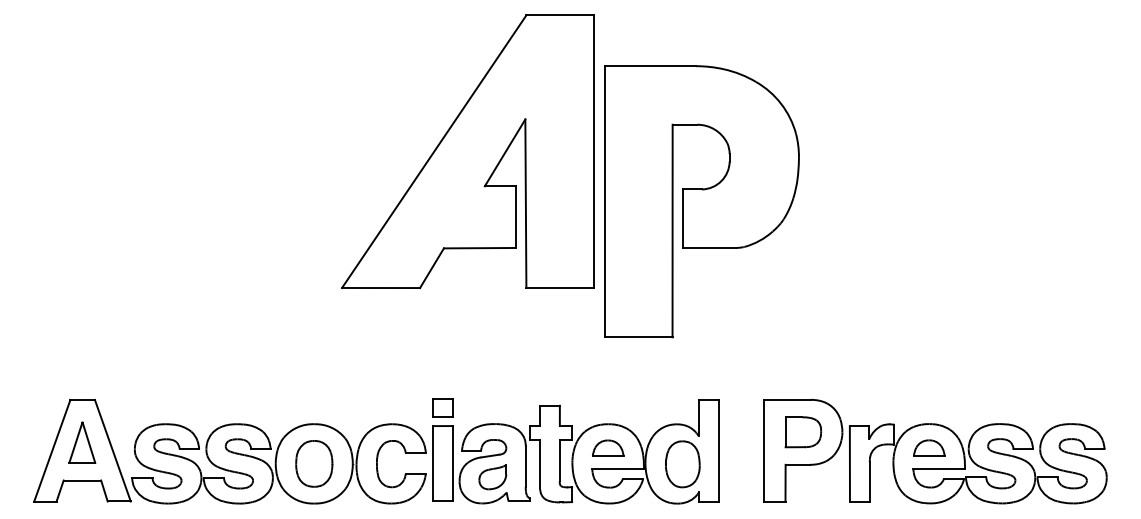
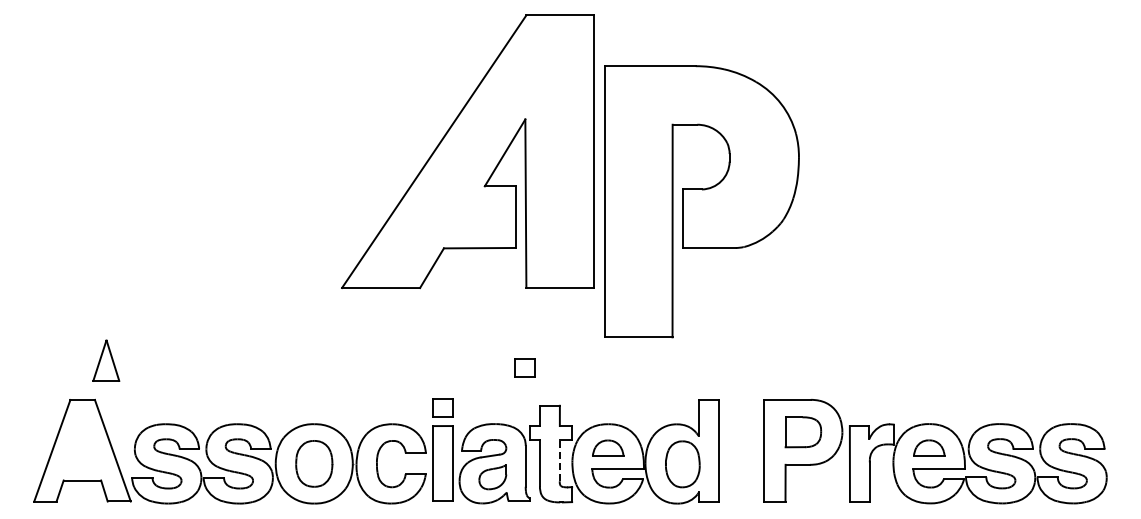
part at (524, 367): none -> present
part at (82, 442) position: (82, 442) -> (106, 360)
line at (559, 460): solid -> dashed
